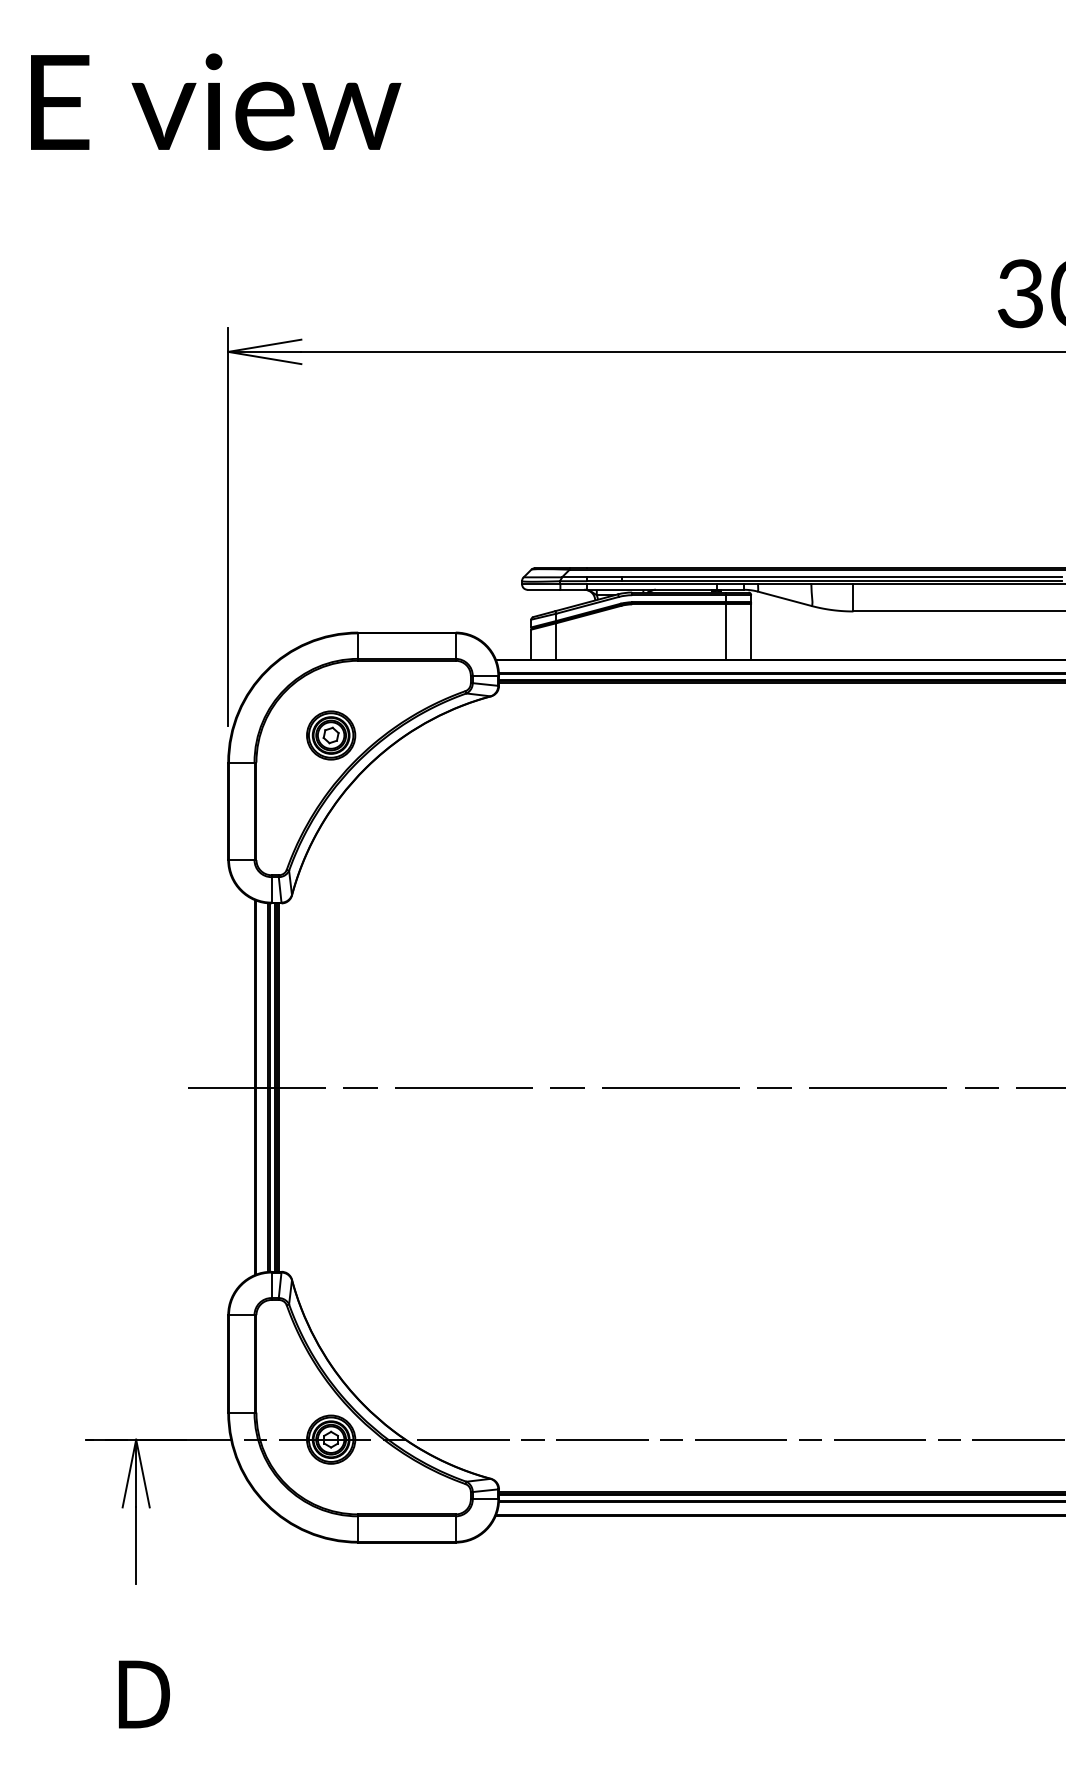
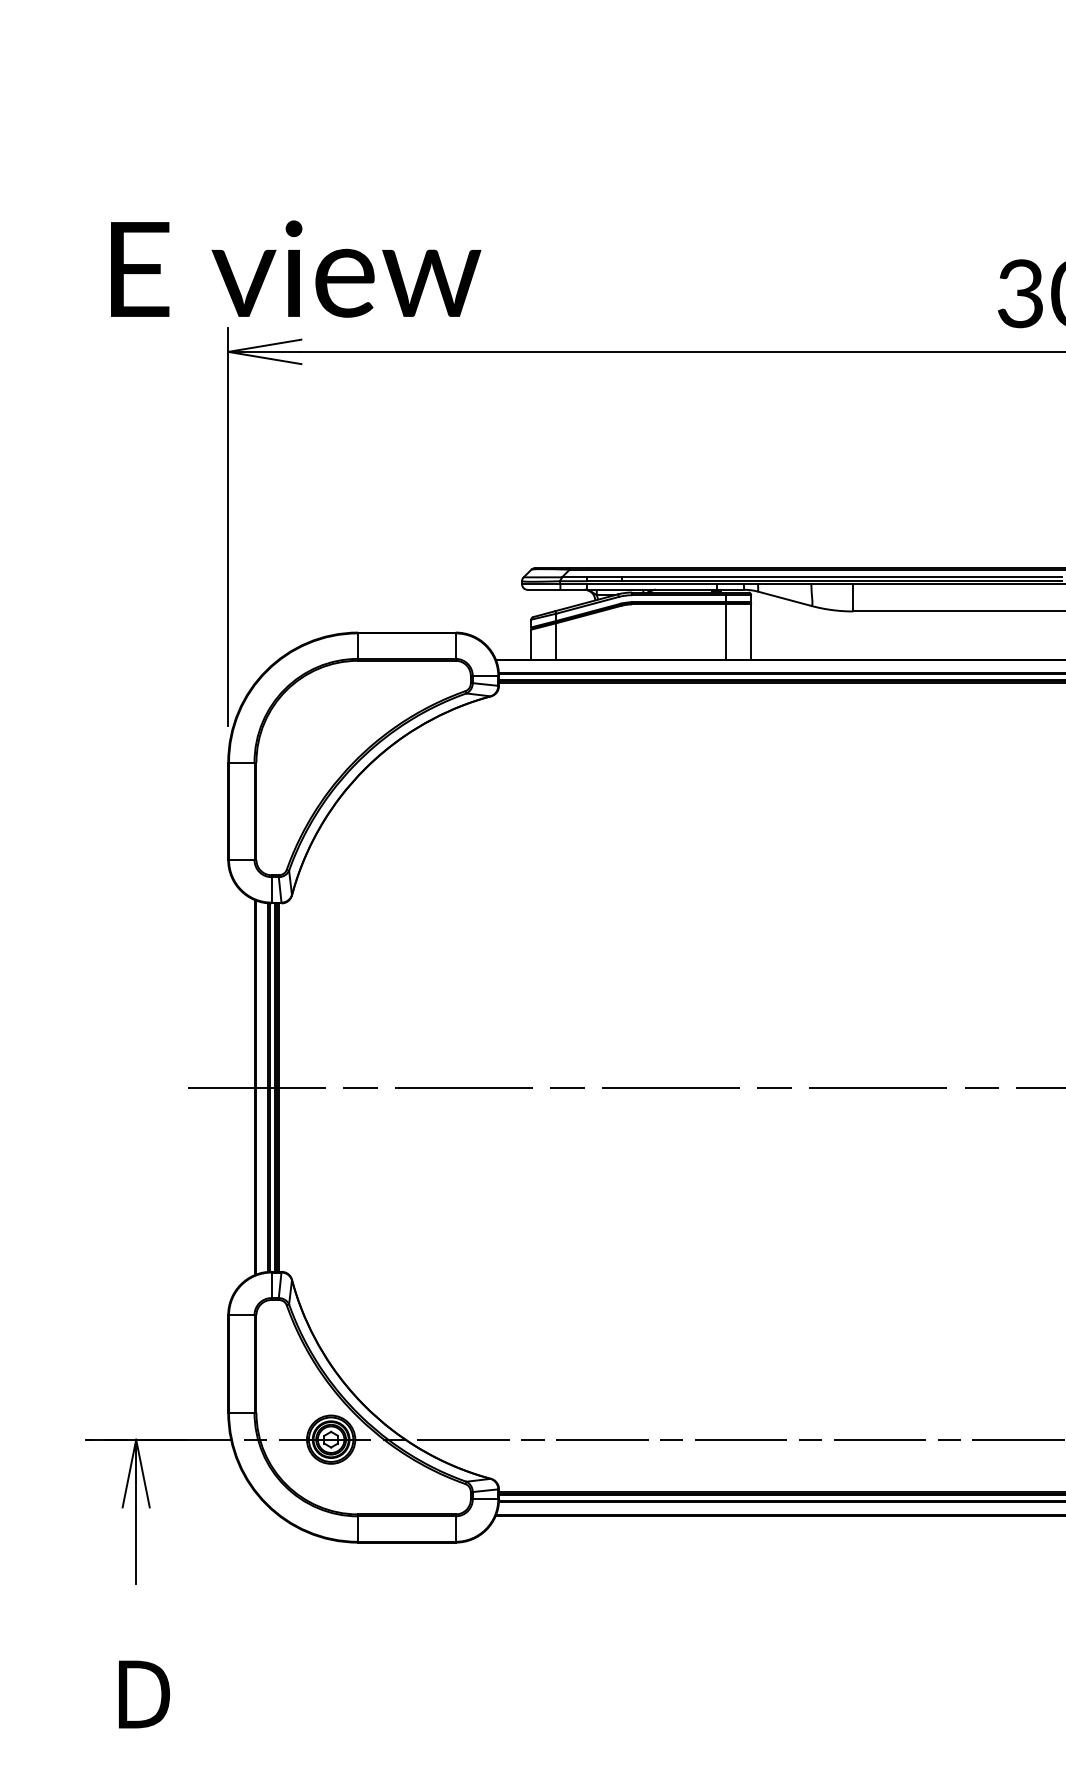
text at (216, 101) position: (216, 101) -> (296, 268)
part at (331, 735): present -> none
